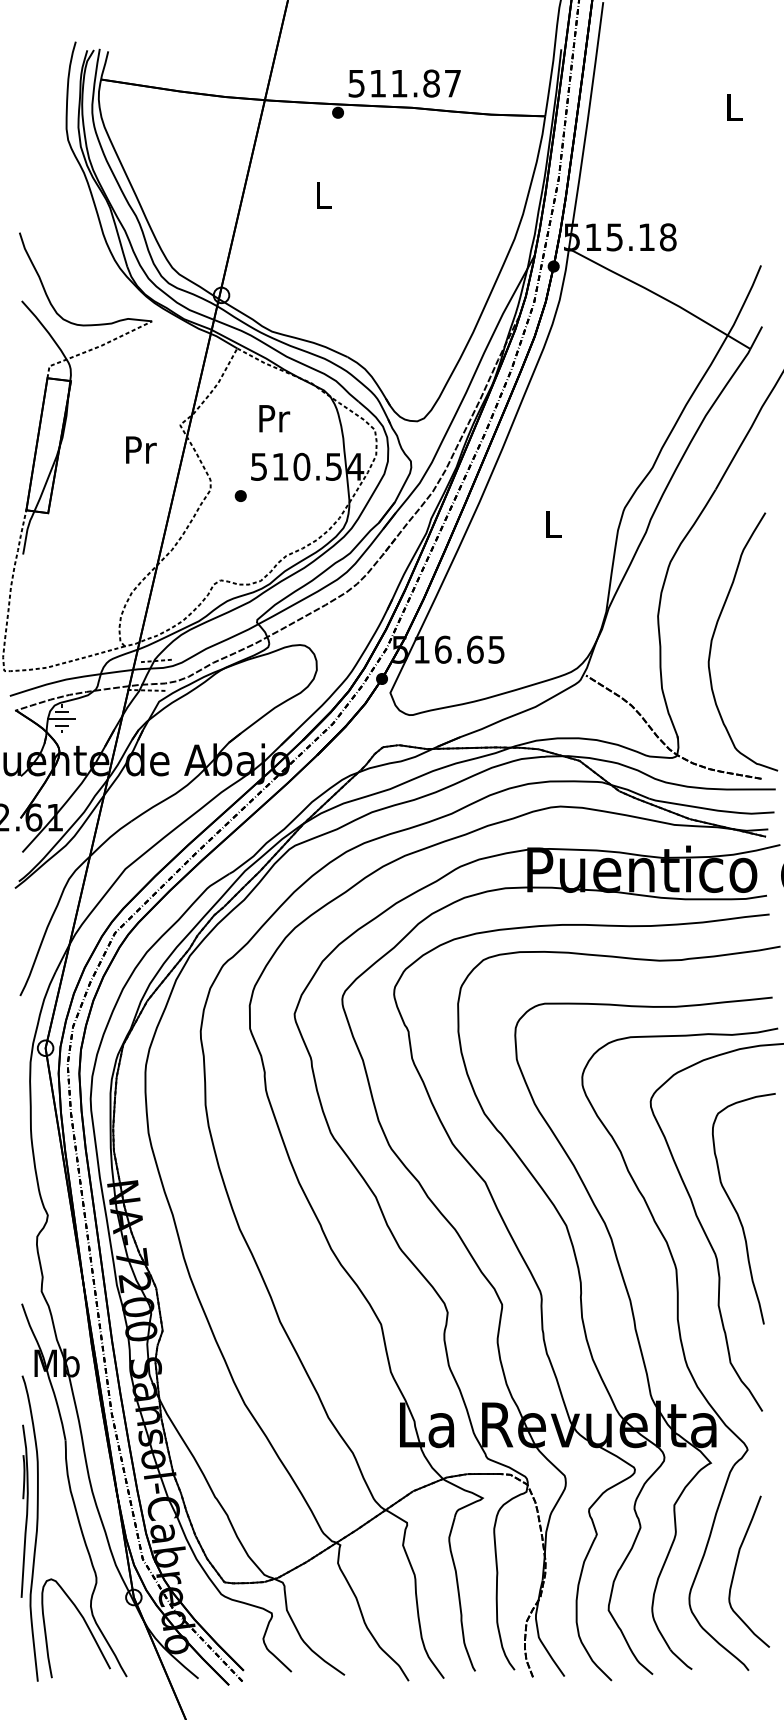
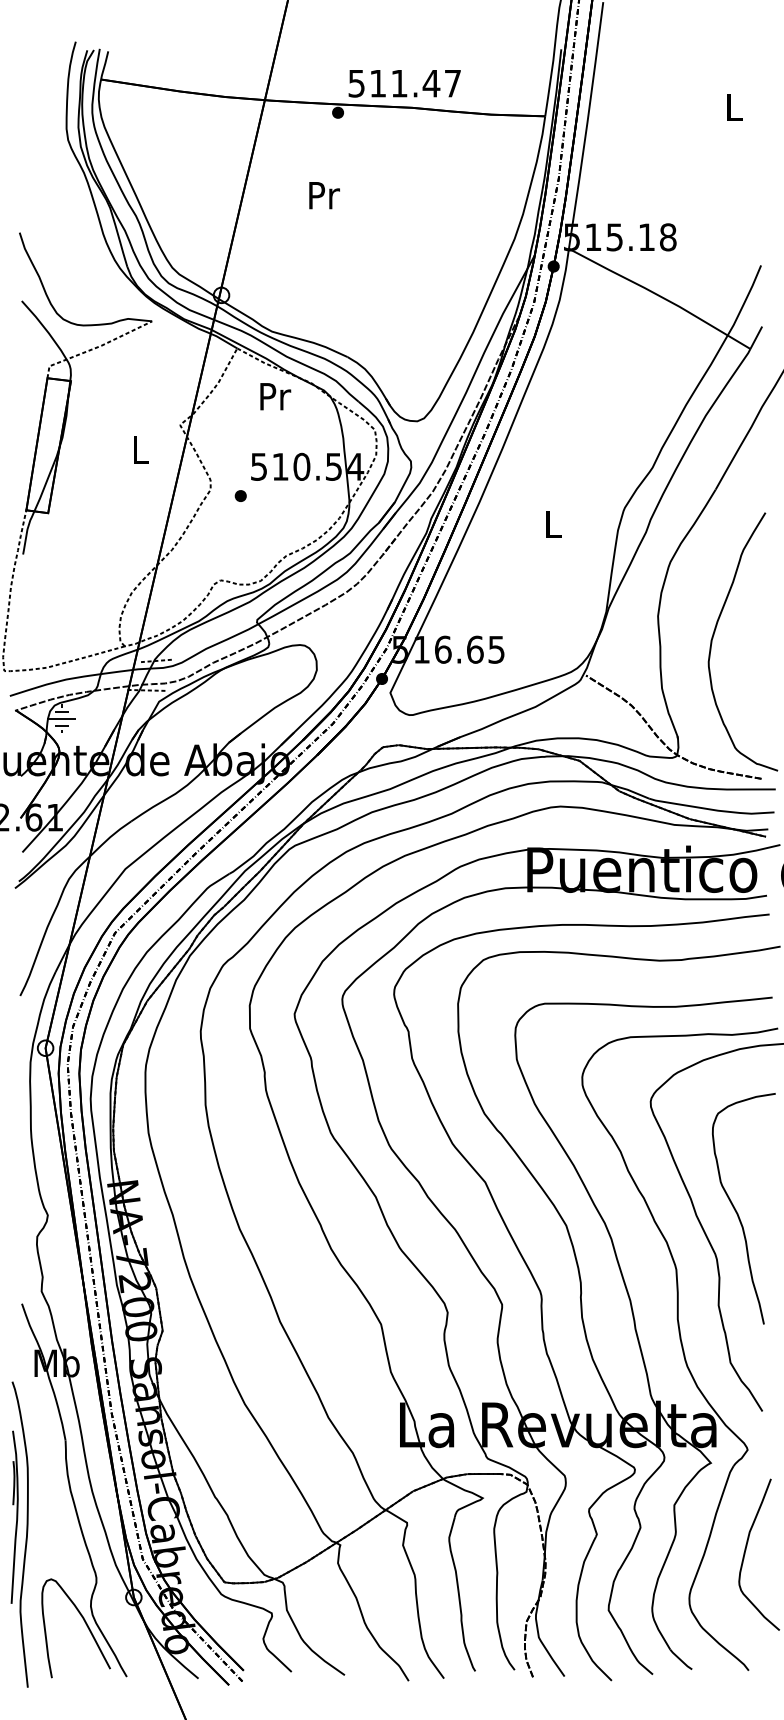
text at (431, 83): 511.87 -> 511.47
text at (324, 195): L -> Pr
text at (274, 418) position: (274, 418) -> (275, 396)
text at (141, 449): Pr -> L
part at (29, 1528) position: (29, 1528) -> (19, 1534)
curve at (736, 1567) position: (736, 1567) -> (746, 1550)
